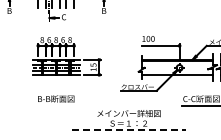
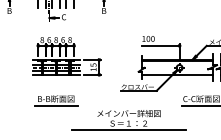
line at (55, 105): none -> present
line at (129, 130): dashed -> solid
